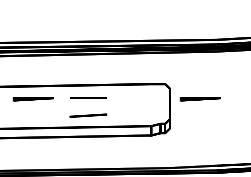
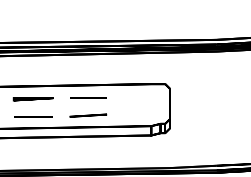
line at (199, 99): present -> none
line at (33, 116): none -> present
